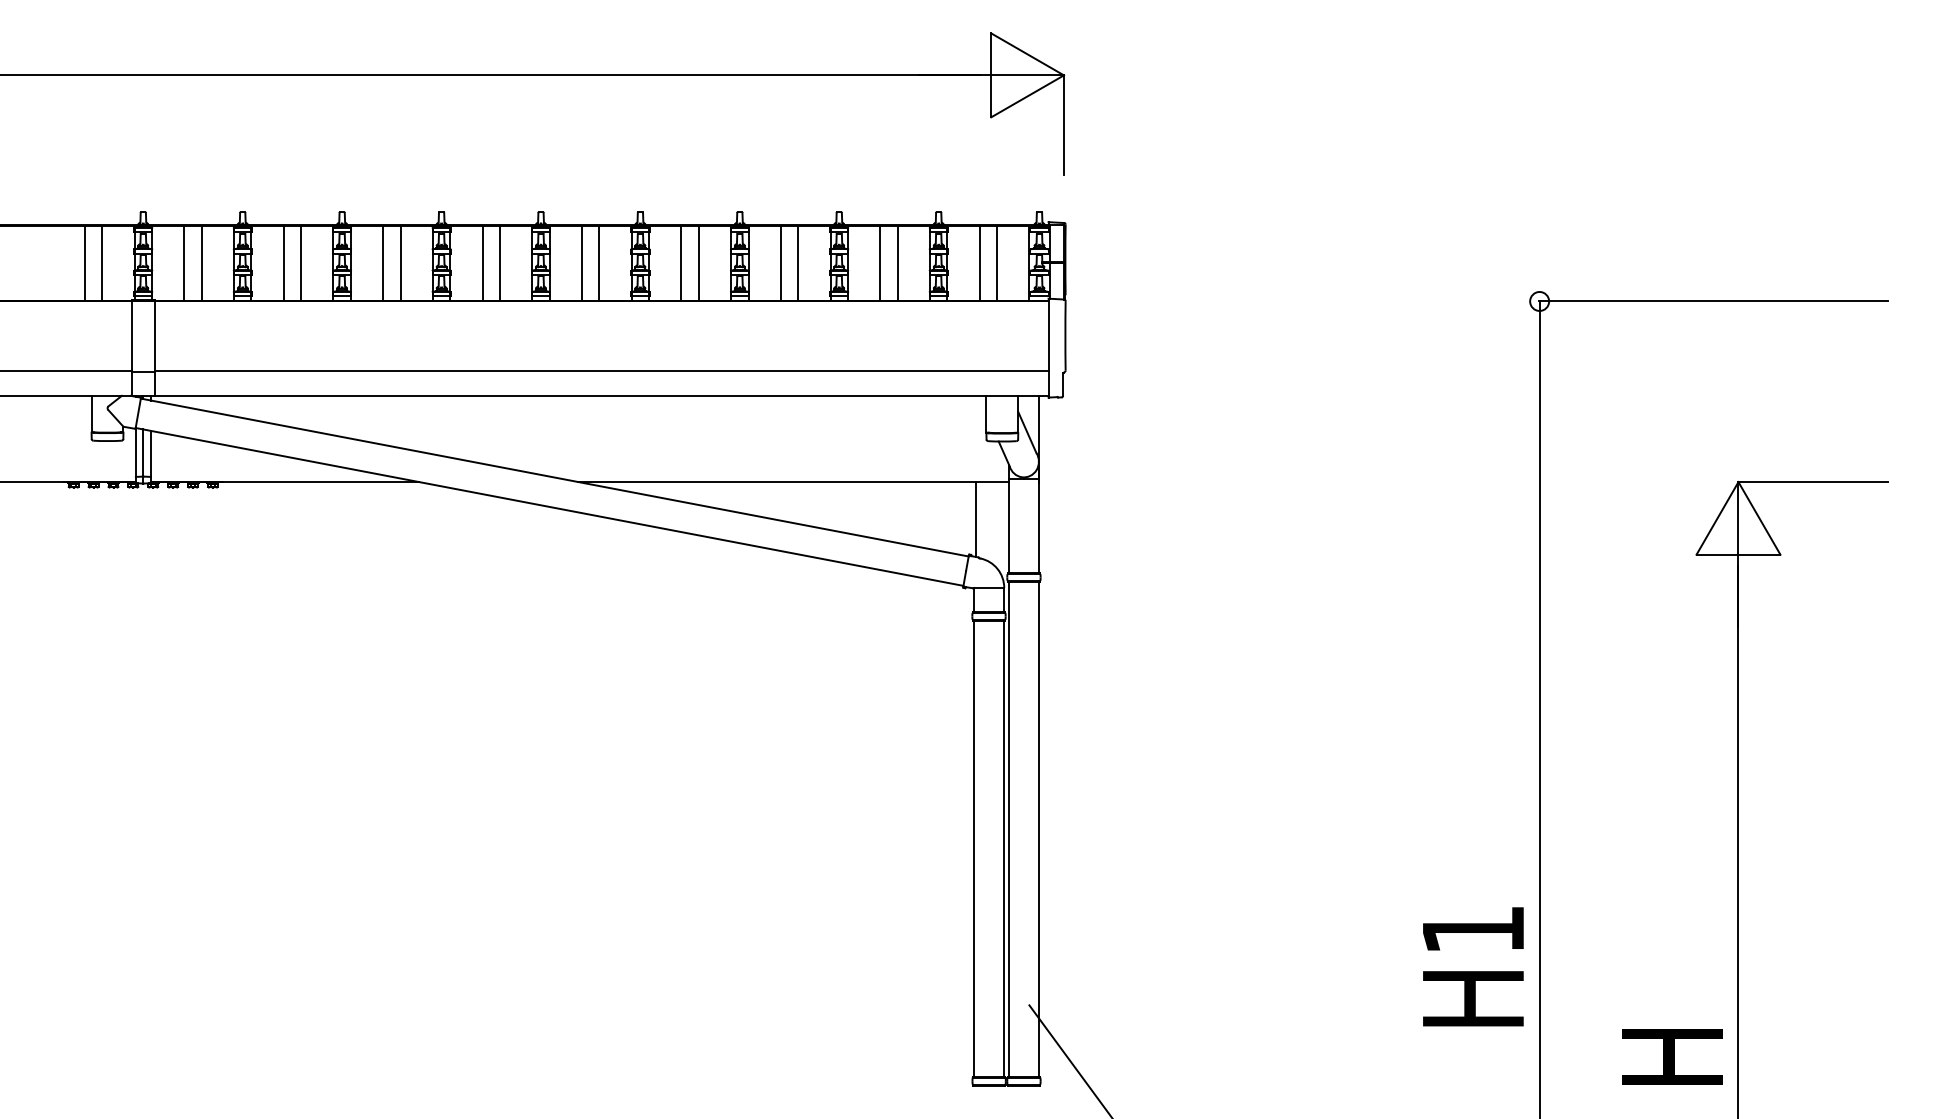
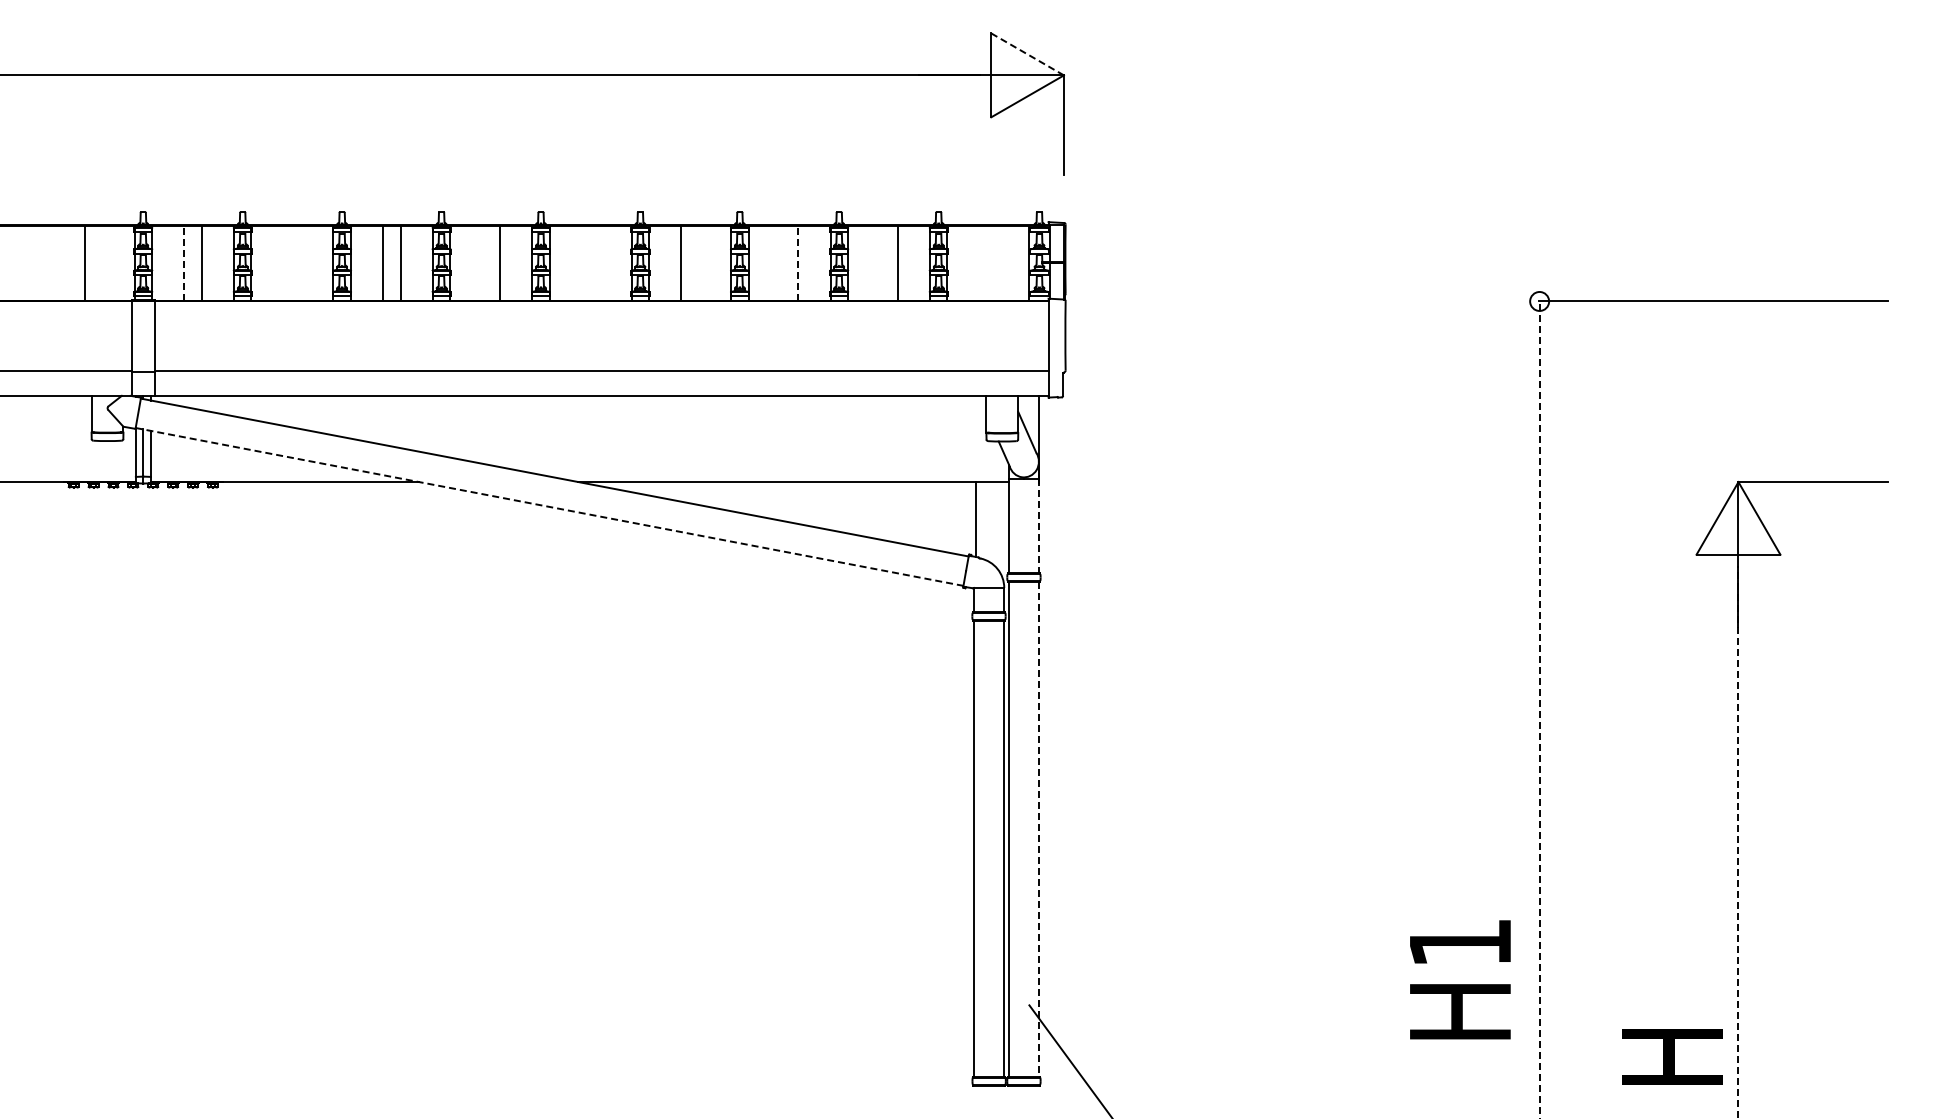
line at (1027, 54): solid -> dashed
line at (102, 263): present -> none
line at (184, 263): solid -> dashed
line at (283, 263): present -> none
line at (301, 263): present -> none
line at (482, 263): present -> none
line at (582, 263): present -> none
line at (599, 263): present -> none
line at (698, 263): present -> none
line at (780, 263): present -> none
line at (798, 263): solid -> dashed
line at (880, 263): present -> none
line at (979, 263): present -> none
line at (997, 263): present -> none
line at (550, 507): solid -> dashed
line at (1038, 526): solid -> dashed
line at (1539, 709): solid -> dashed
line at (1038, 829): solid -> dashed
line at (1738, 841): solid -> dashed
text at (1473, 966) position: (1473, 966) -> (1460, 979)
